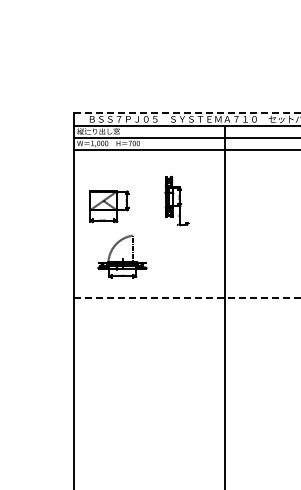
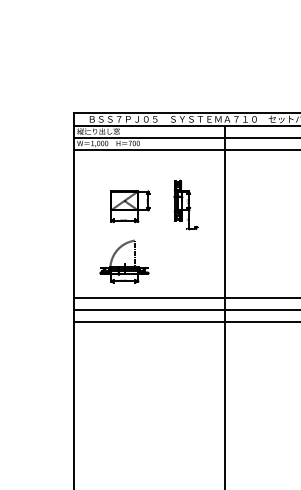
line at (187, 112): dashed -> solid
part at (176, 200) position: (176, 200) -> (185, 204)
part at (109, 206) position: (109, 206) -> (130, 206)
part at (122, 256) position: (122, 256) -> (124, 261)
line at (187, 297): dashed -> solid
line at (185, 309): none -> present
line at (185, 321): none -> present
